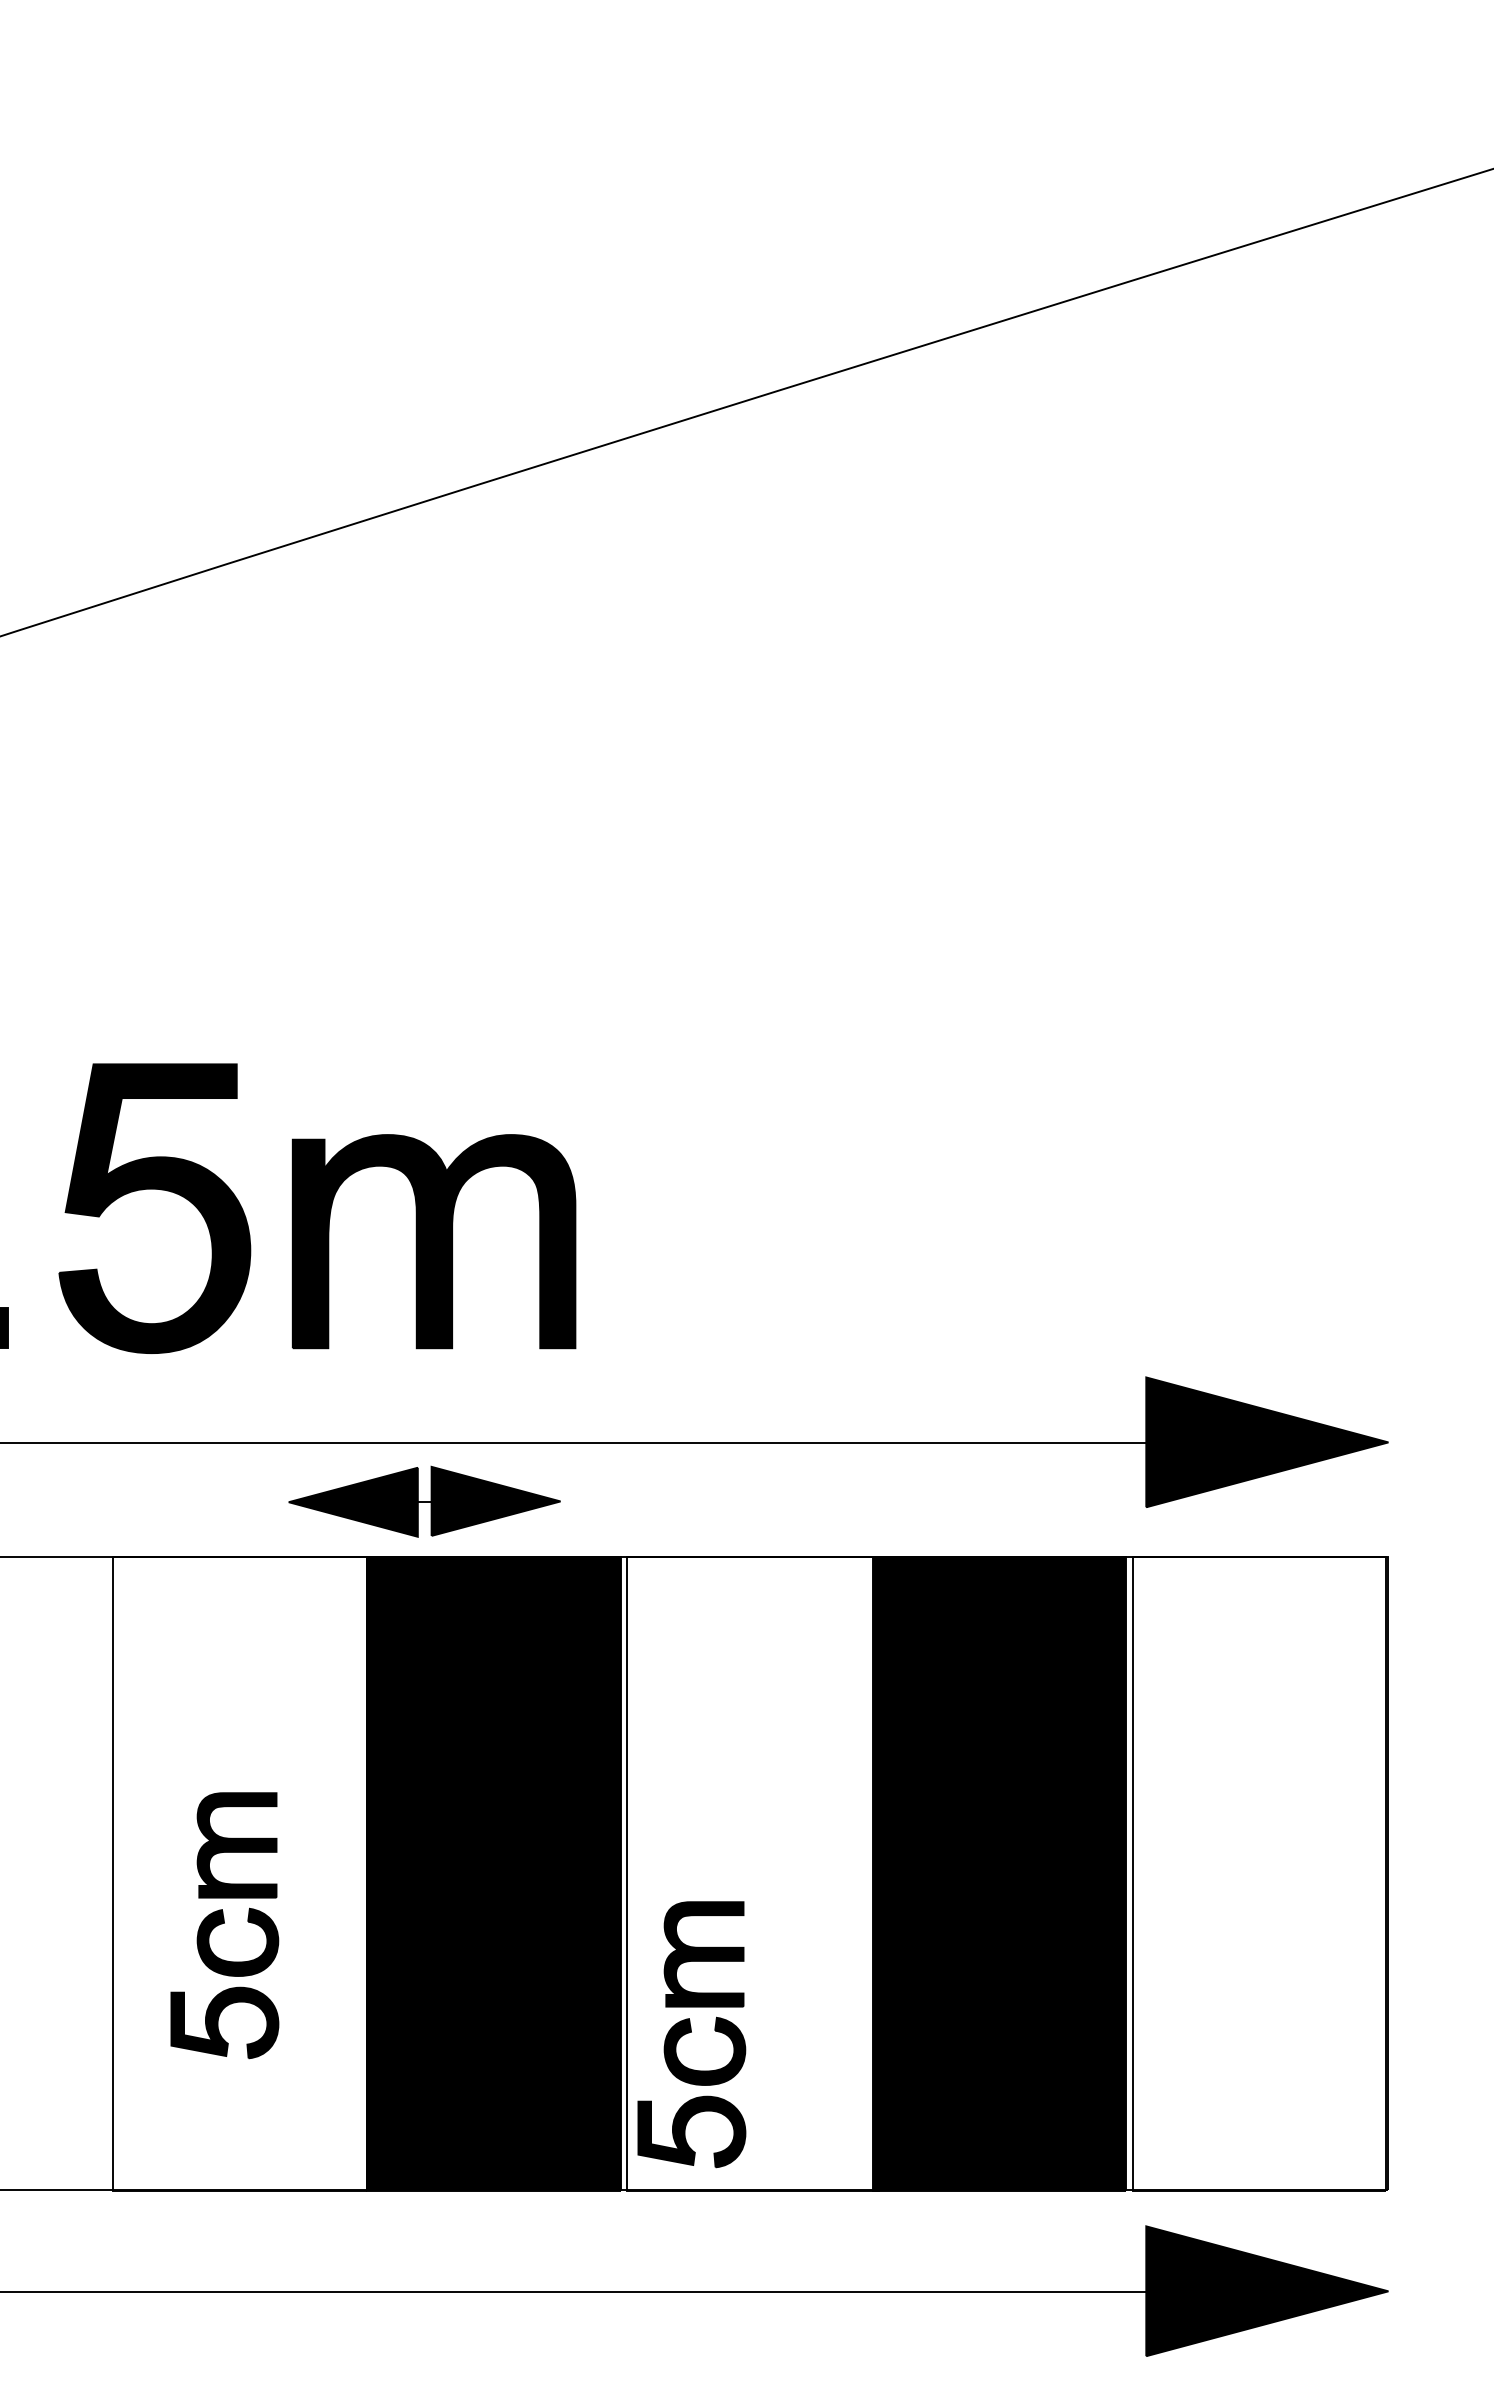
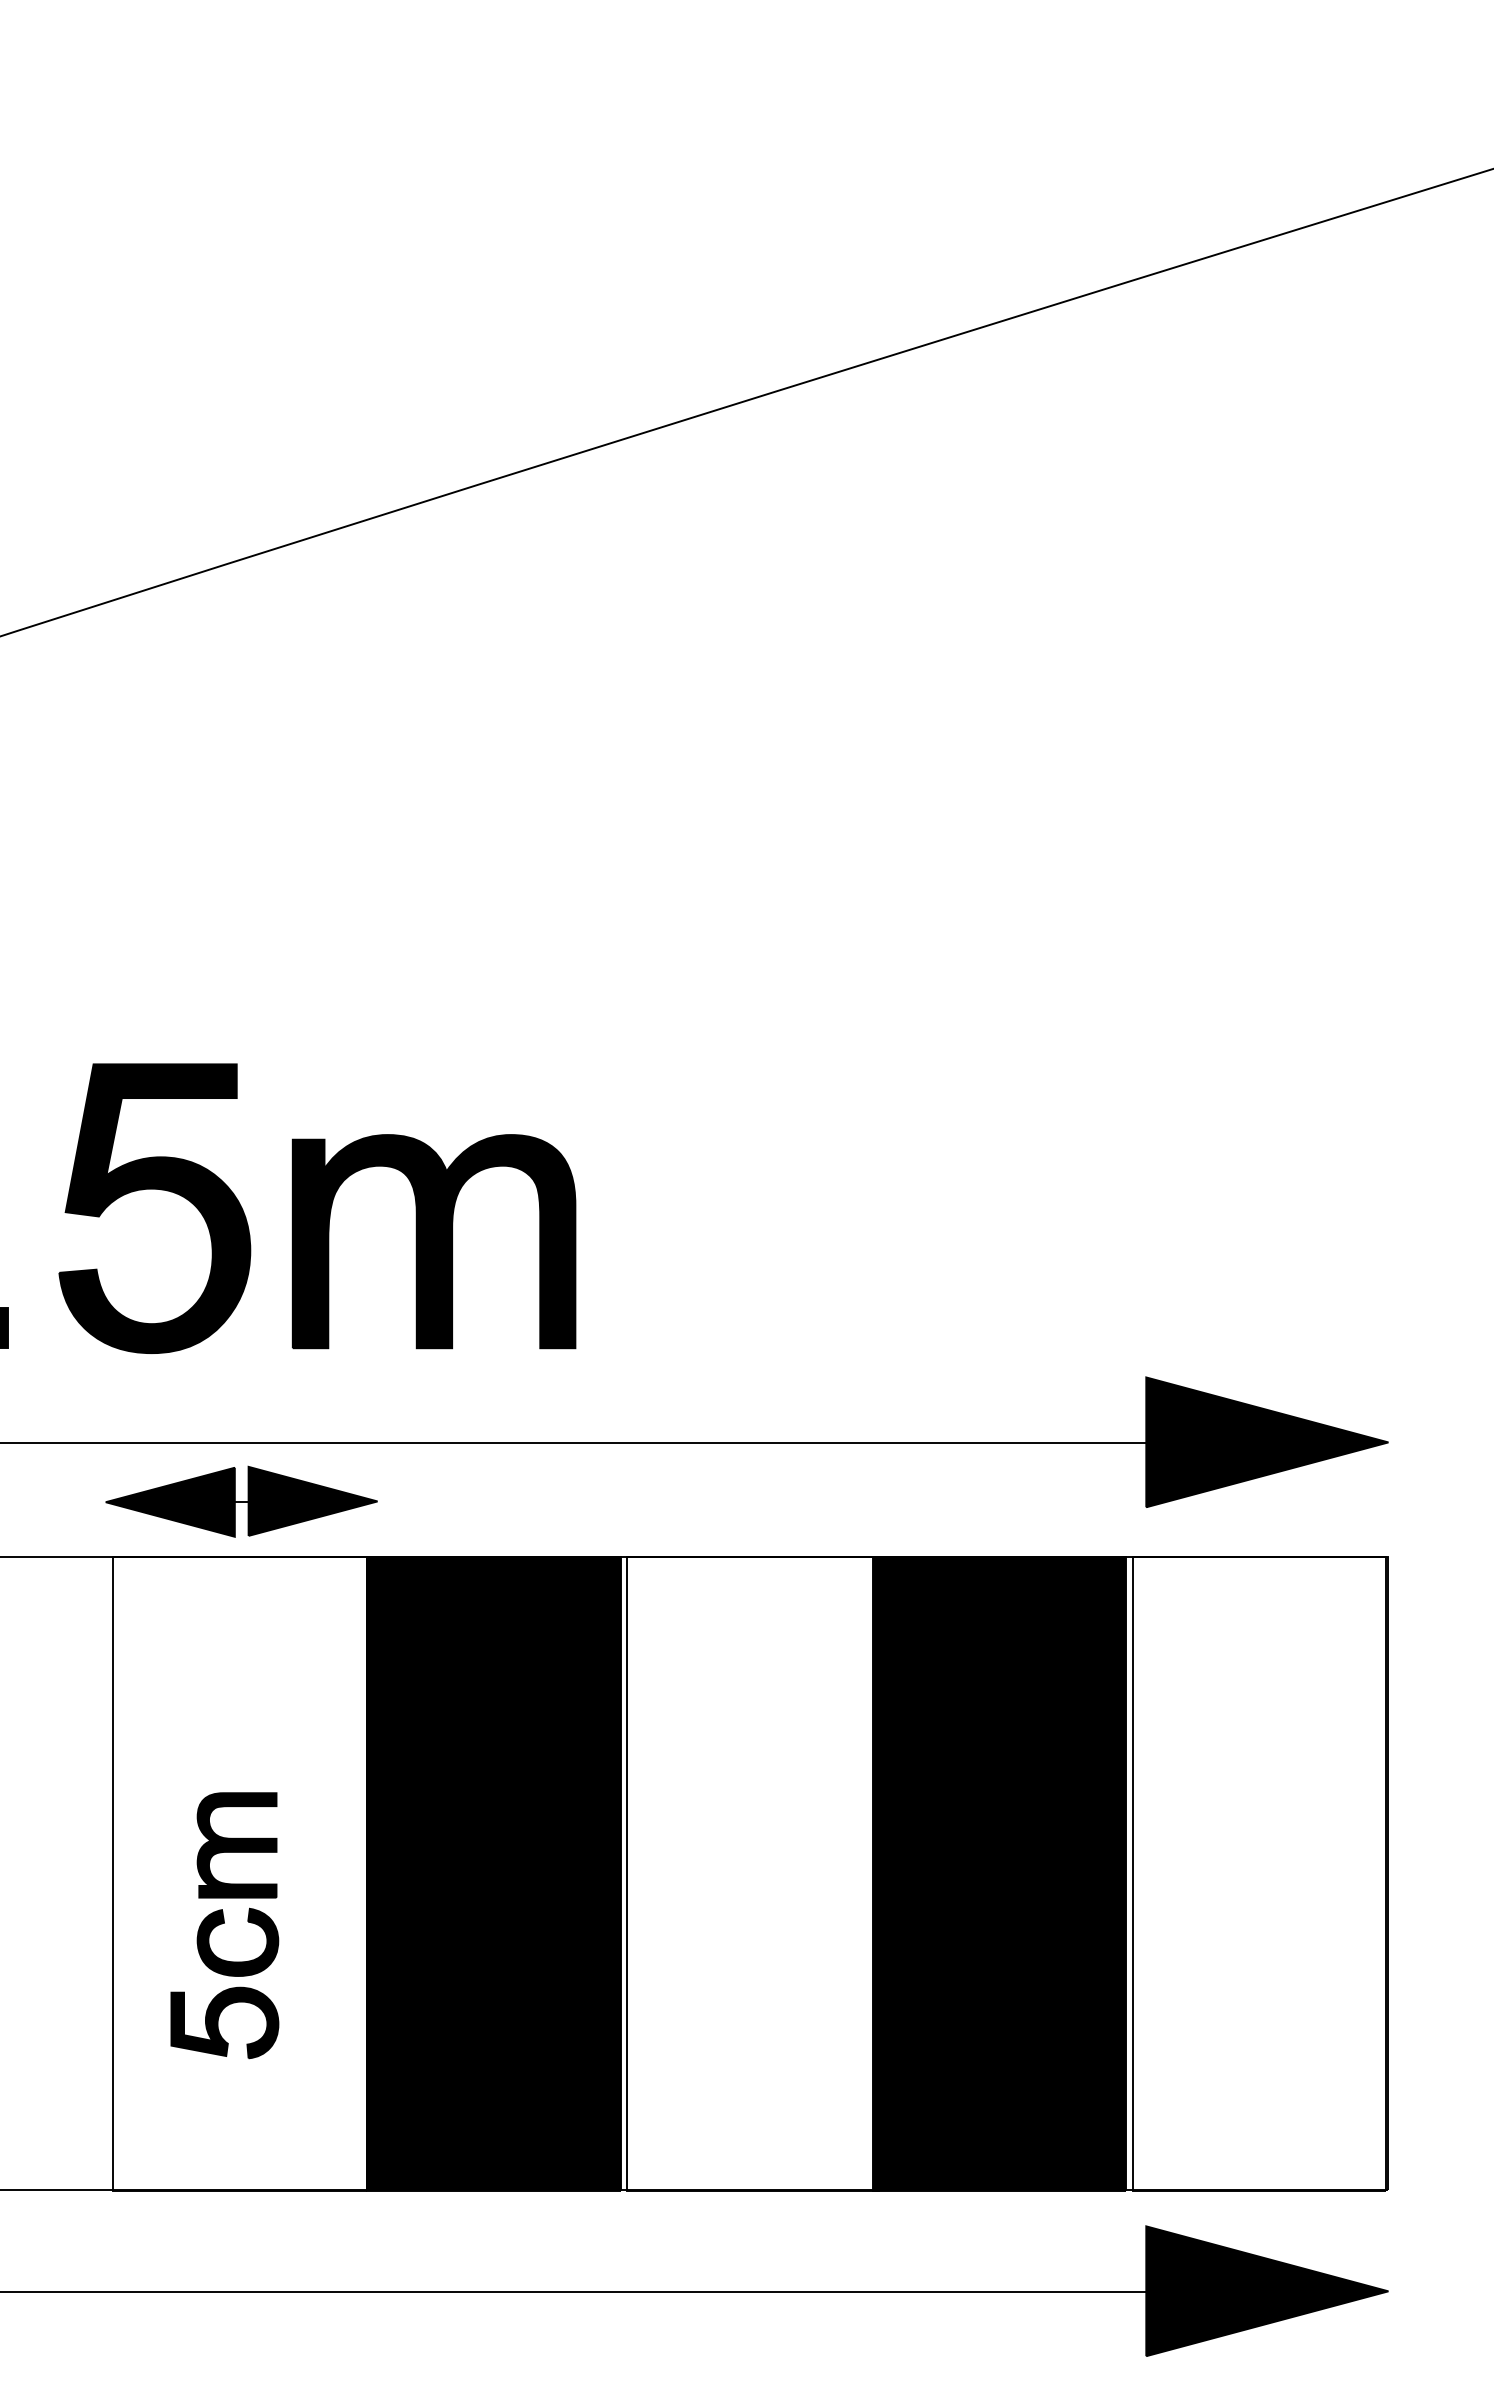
part at (424, 1501) position: (424, 1501) -> (241, 1501)
part at (691, 2034): present -> none
